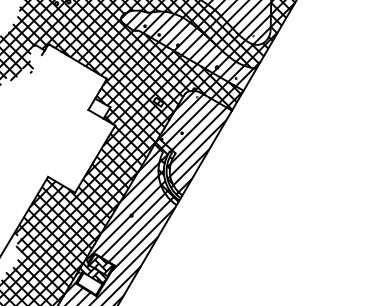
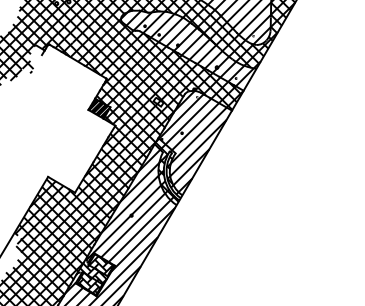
hatch at (99, 108): none -> present
hatch at (89, 283): none -> present
